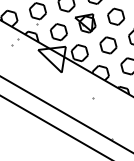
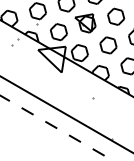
line at (56, 128): solid -> dashed
